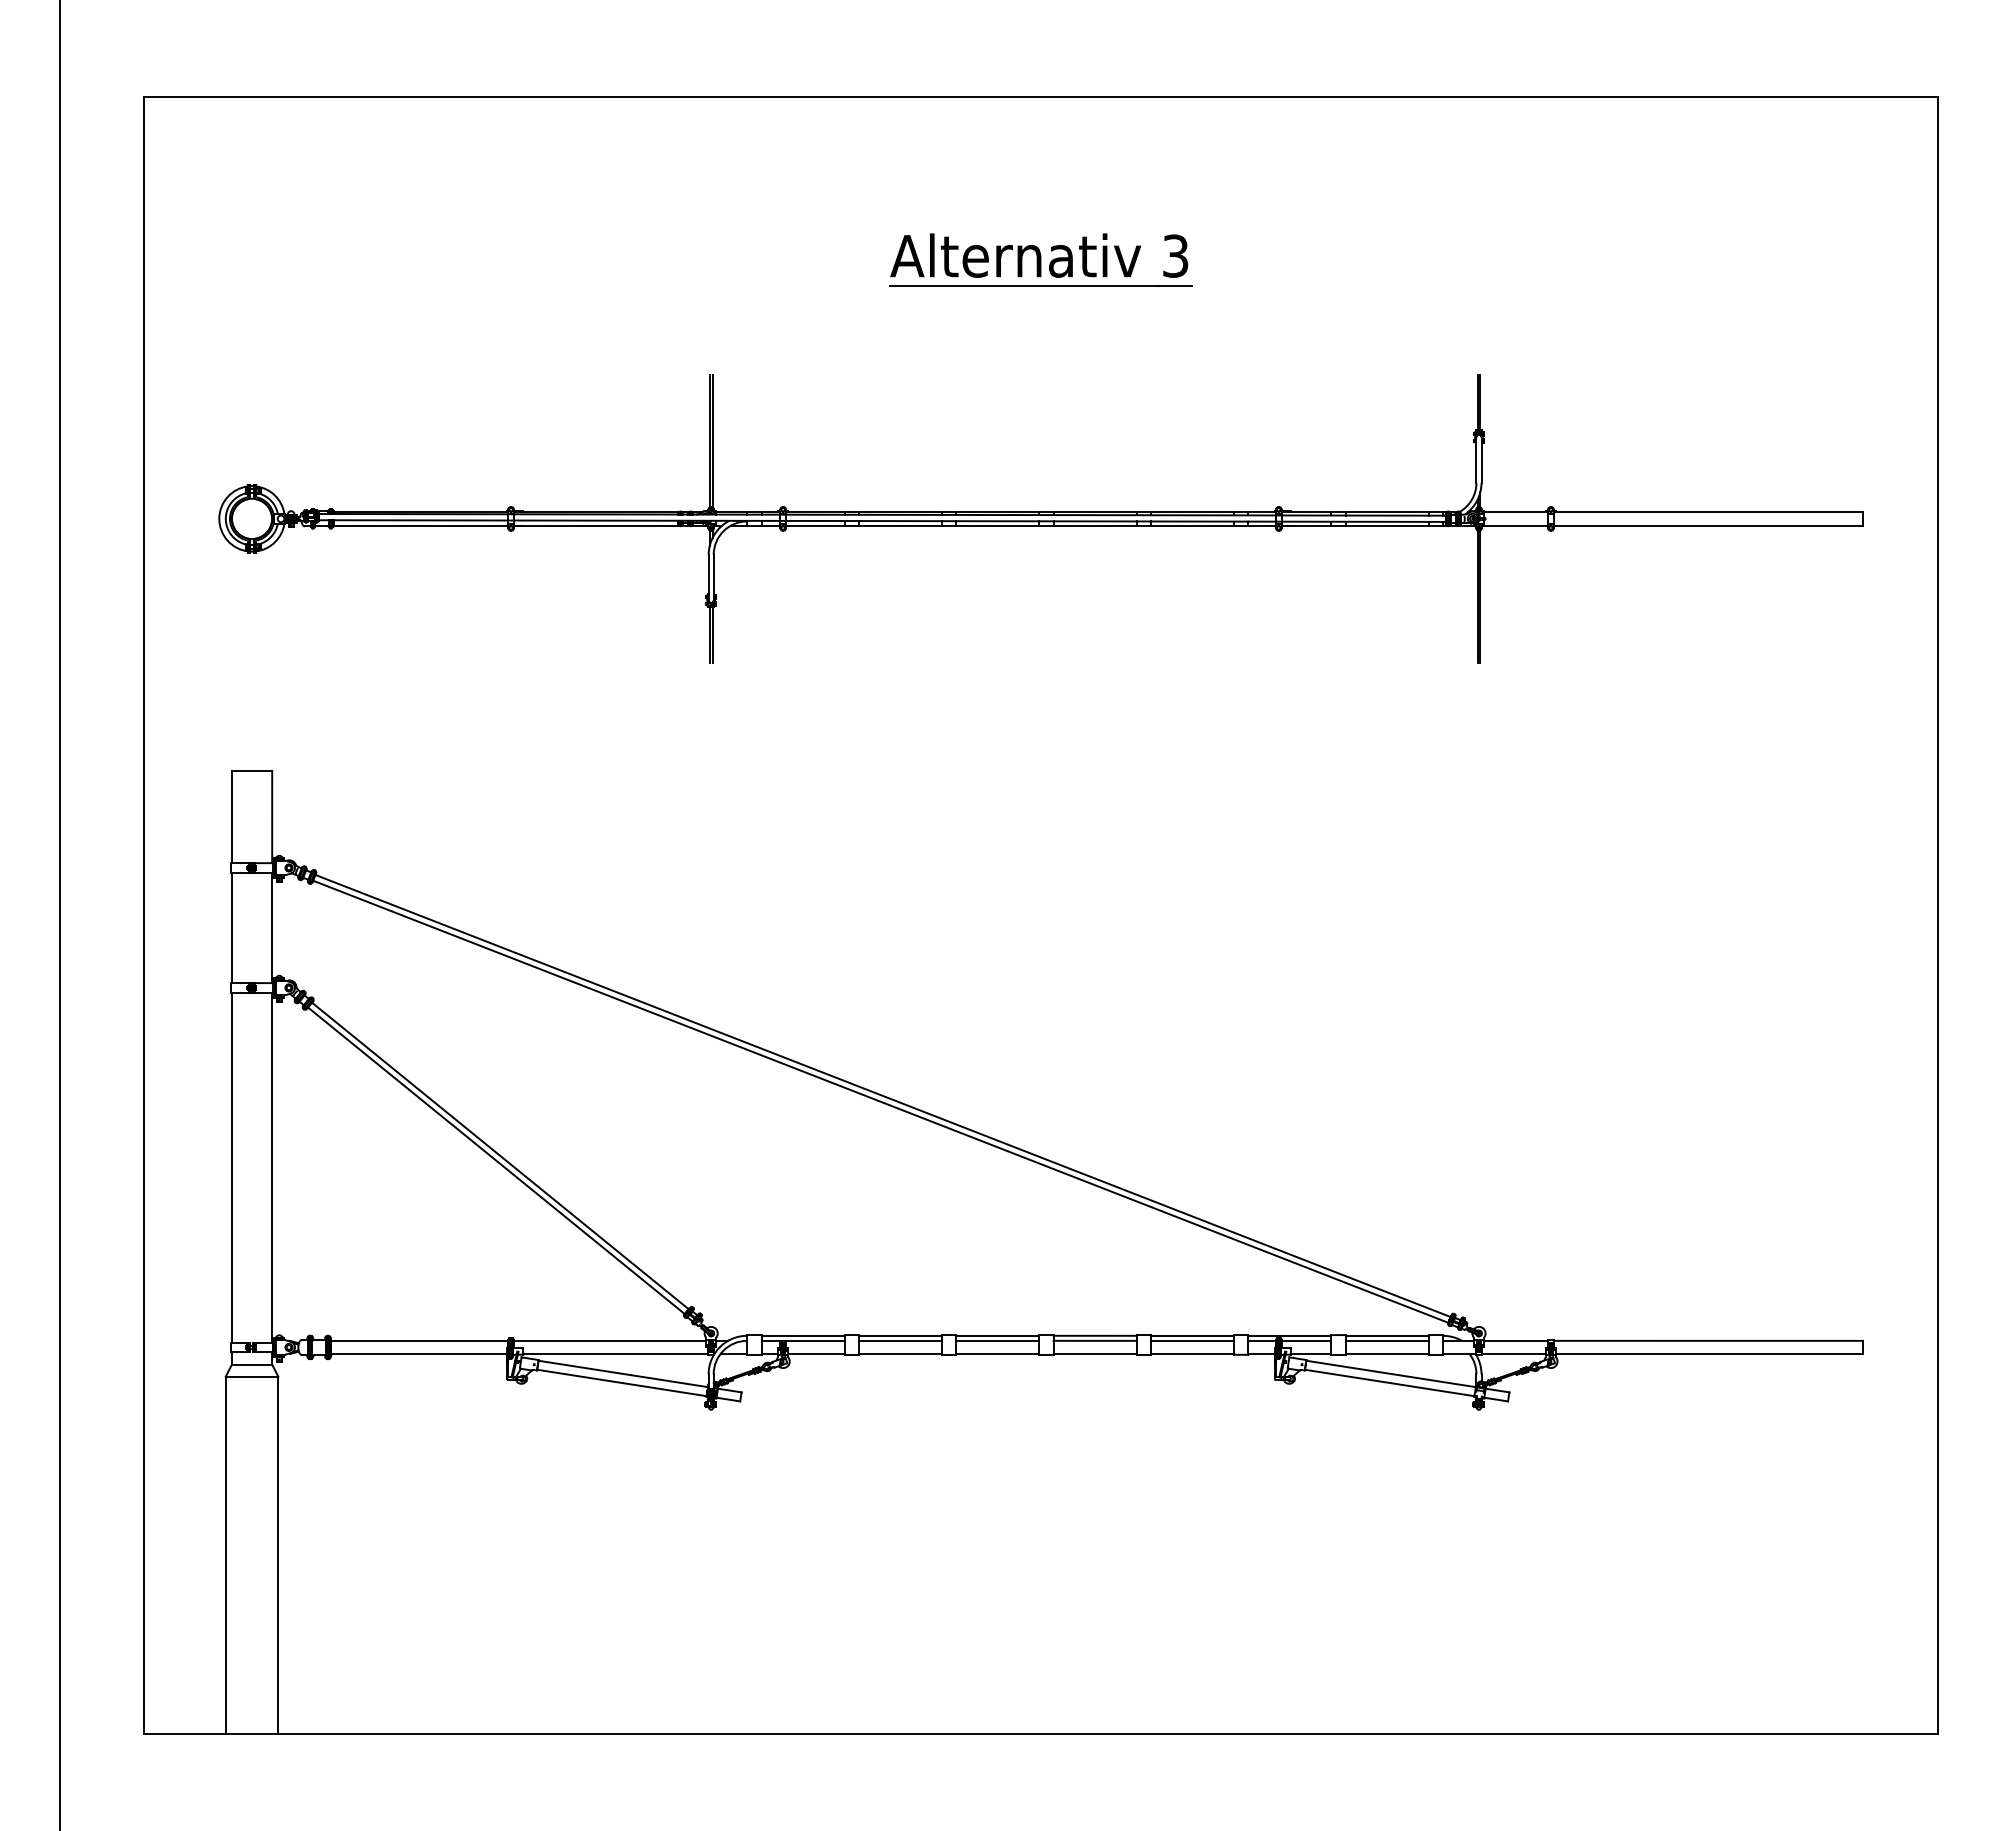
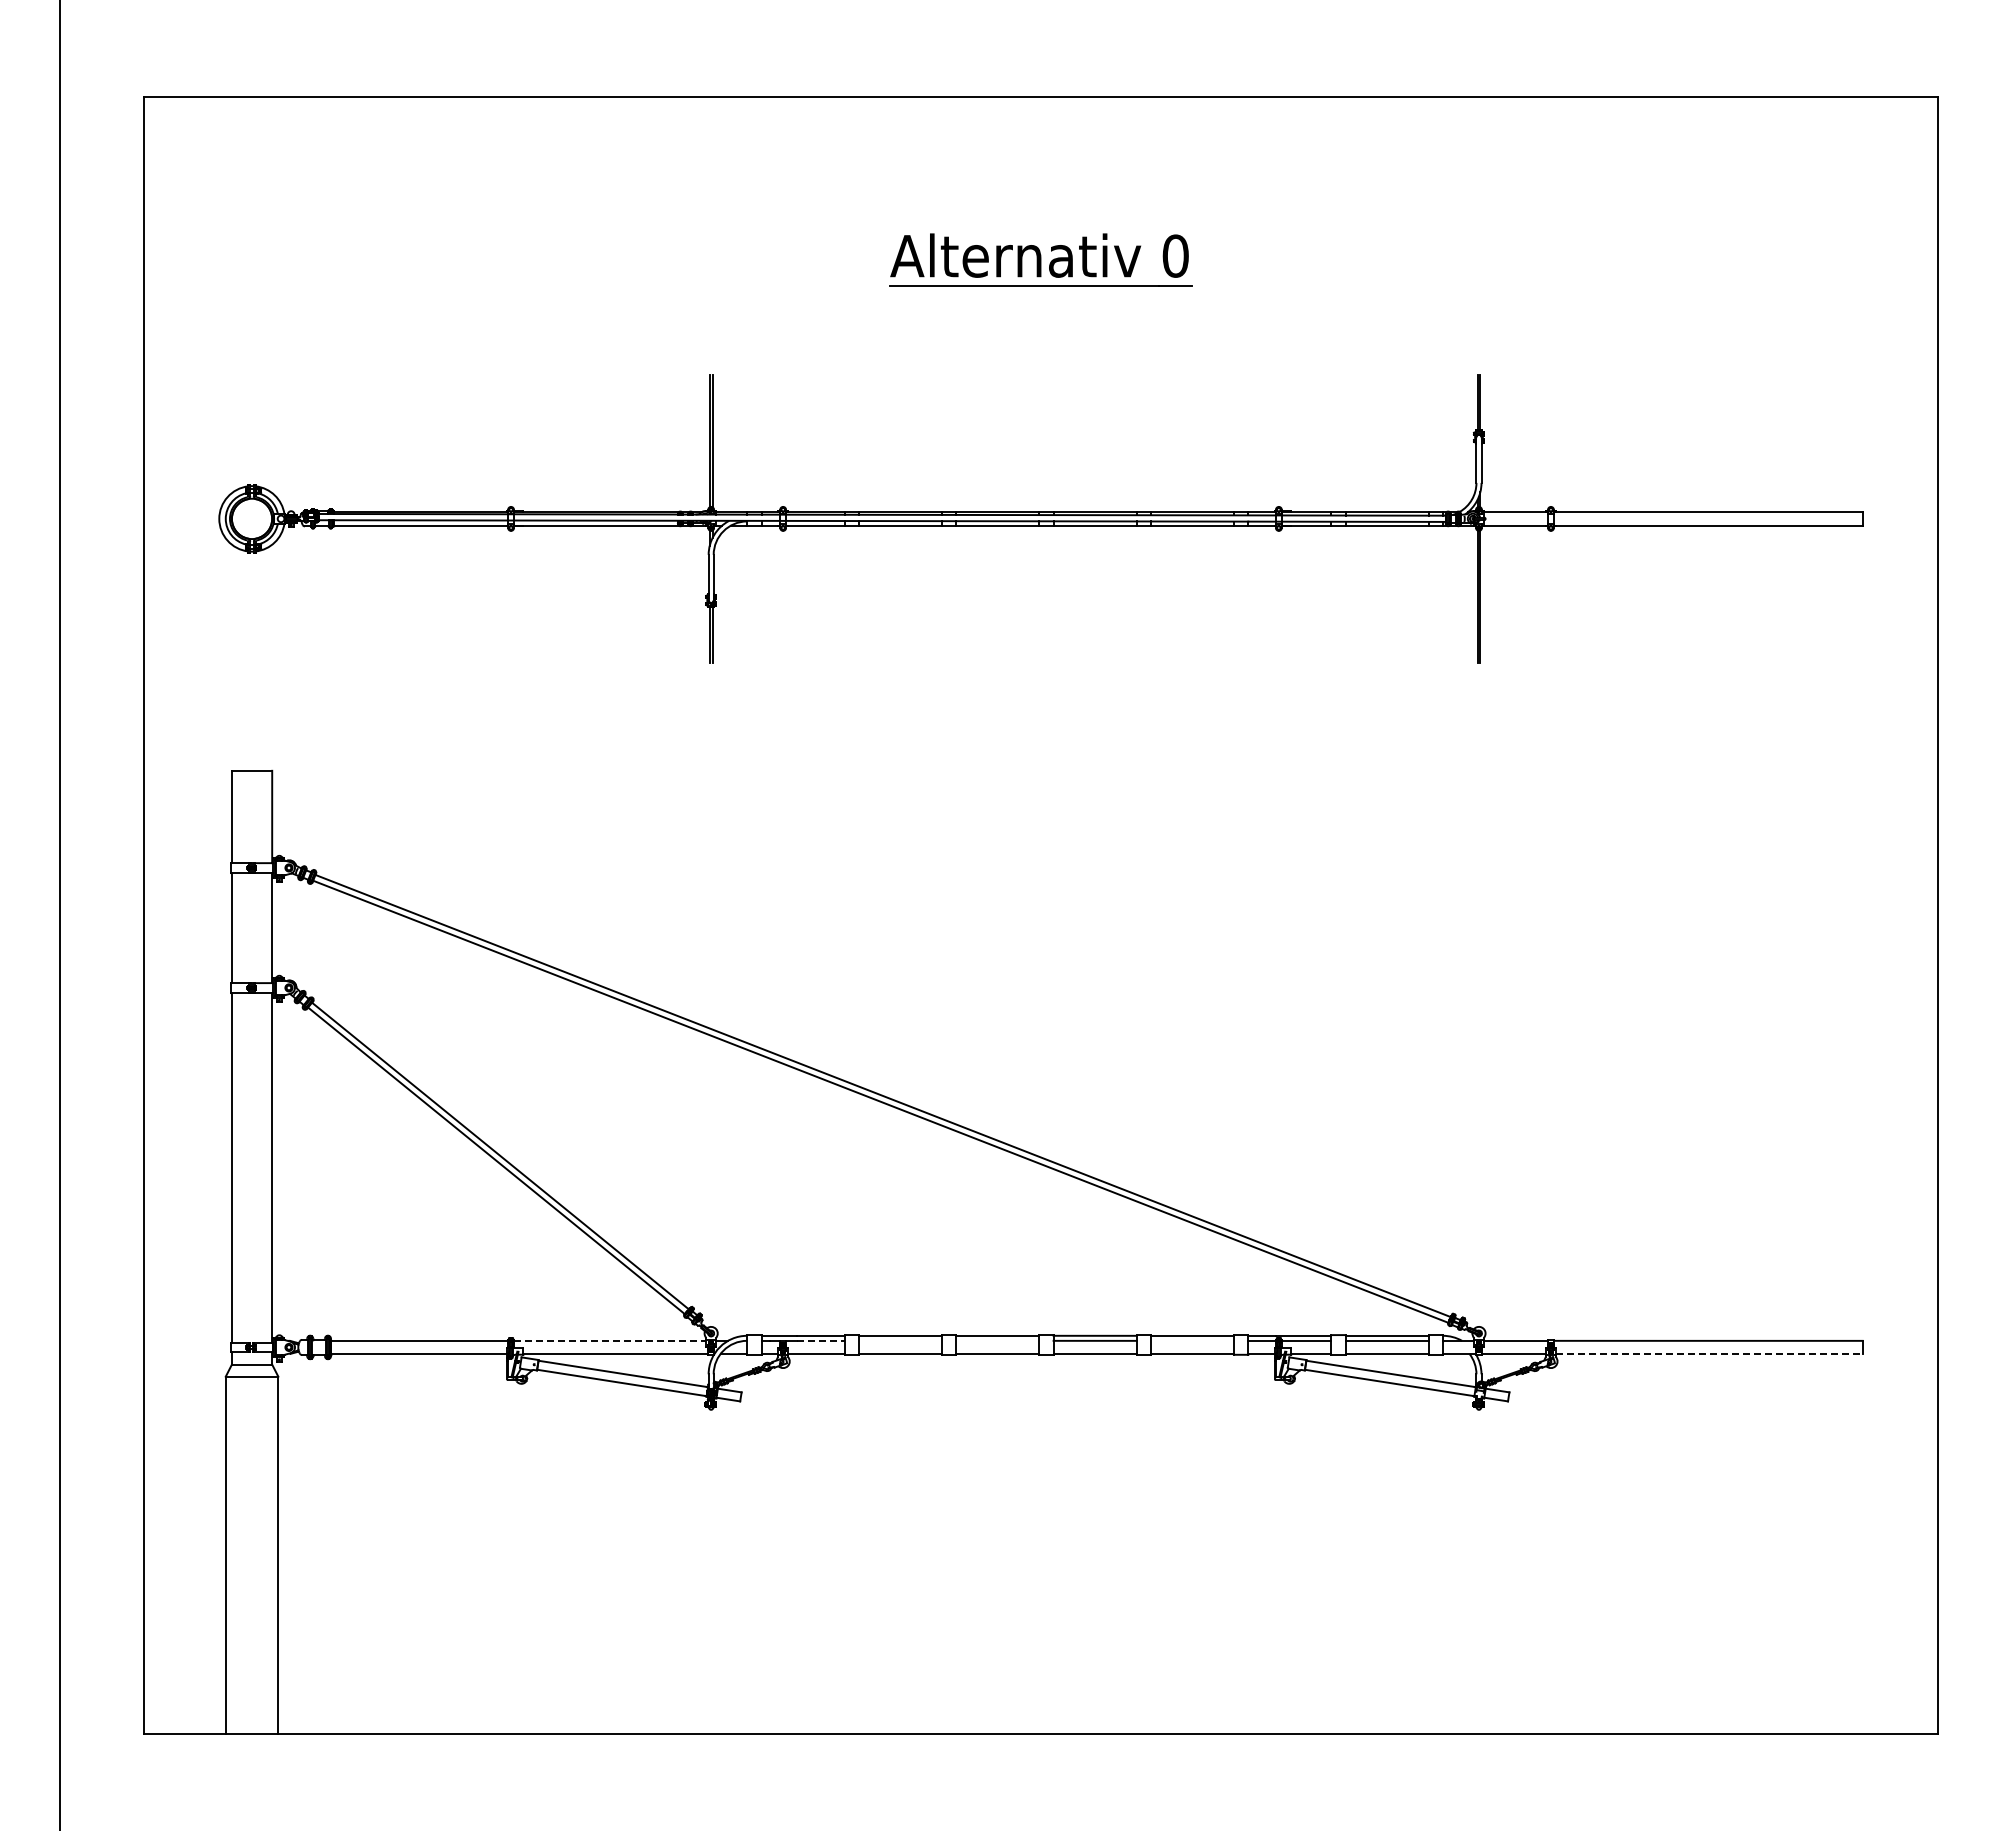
text at (1175, 255): 3 -> 0
line at (610, 1340): solid -> dashed
line at (821, 1340): solid -> dashed
line at (899, 1340): present -> none
line at (997, 1340): present -> none
line at (1191, 1340): present -> none
line at (1709, 1354): solid -> dashed
